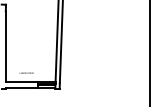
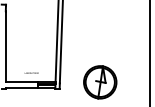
text at (26, 72) position: (26, 72) -> (31, 72)
part at (100, 82): none -> present
